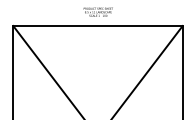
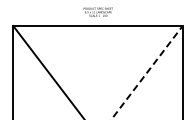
line at (146, 72): solid -> dashed
